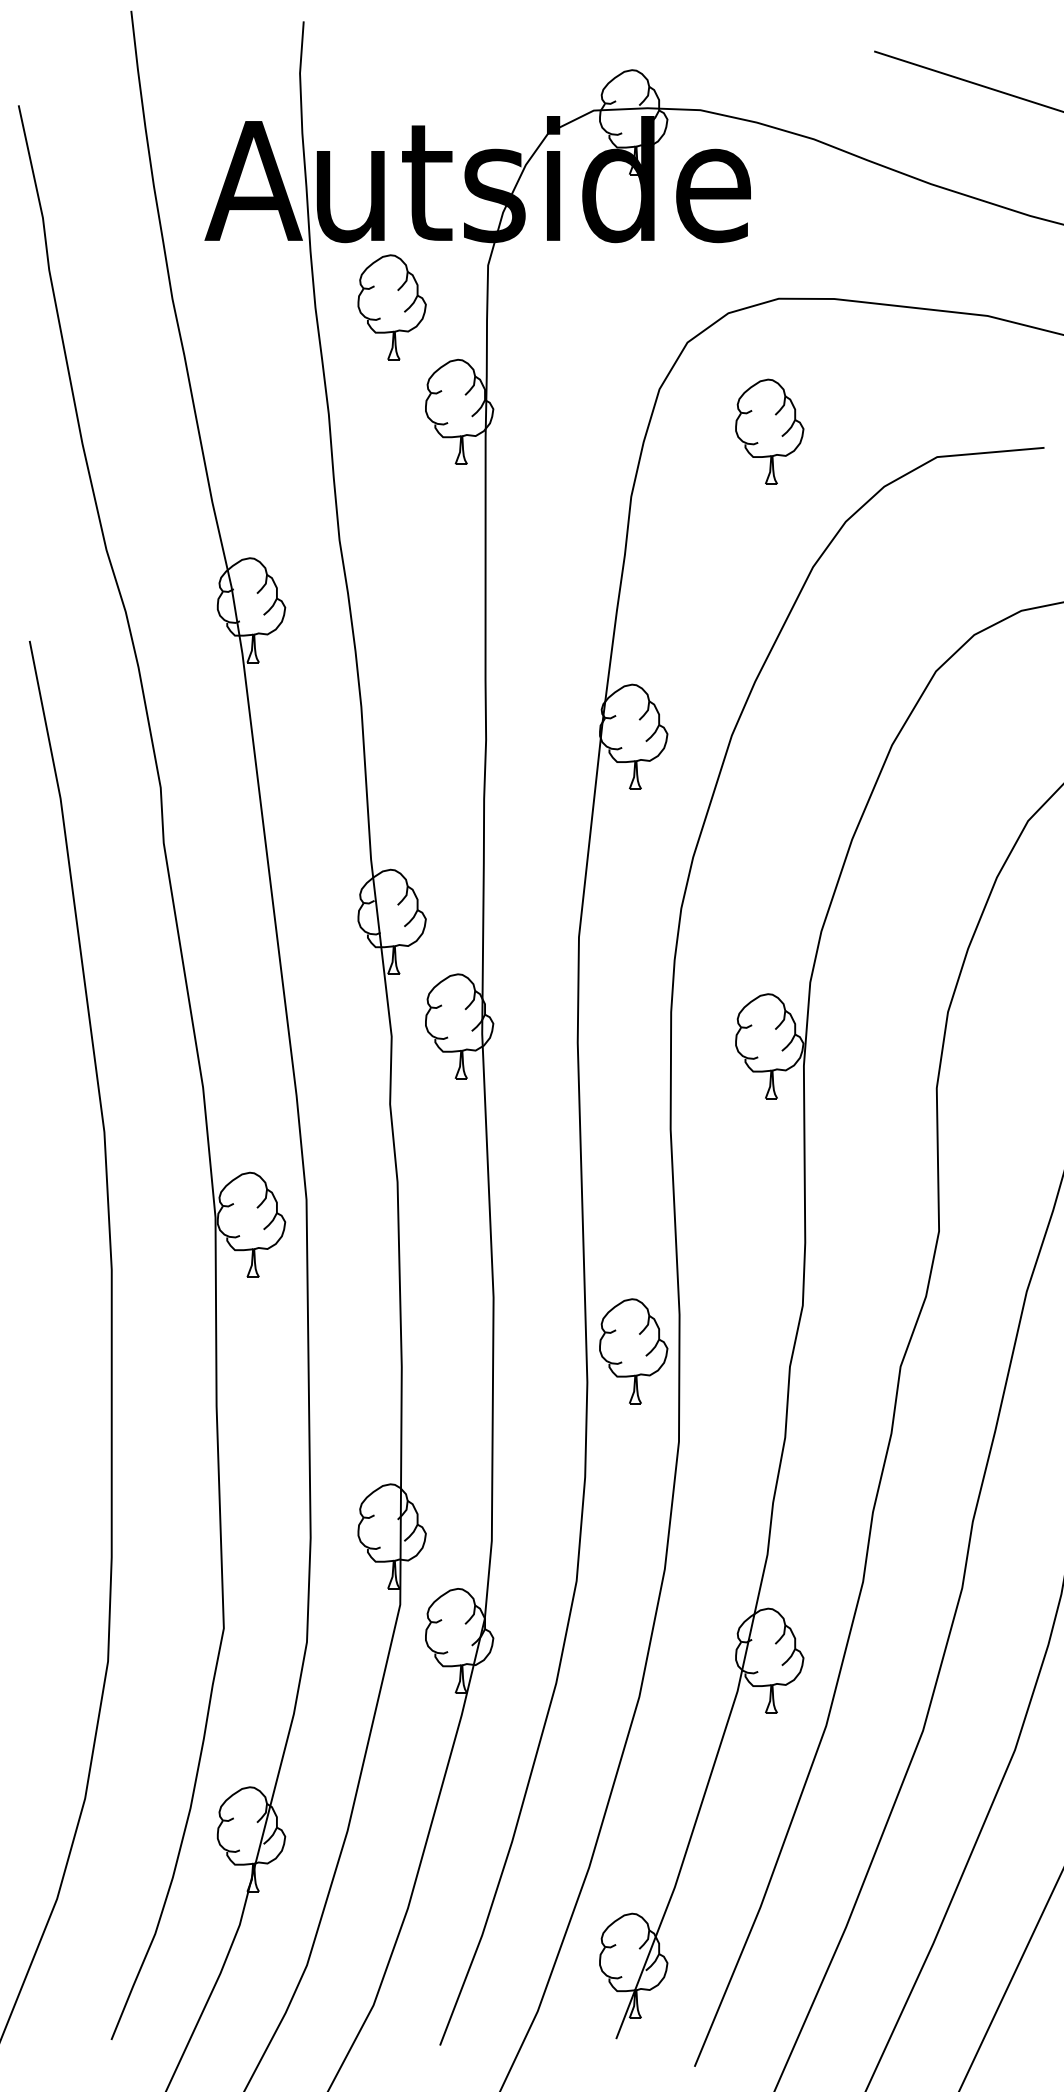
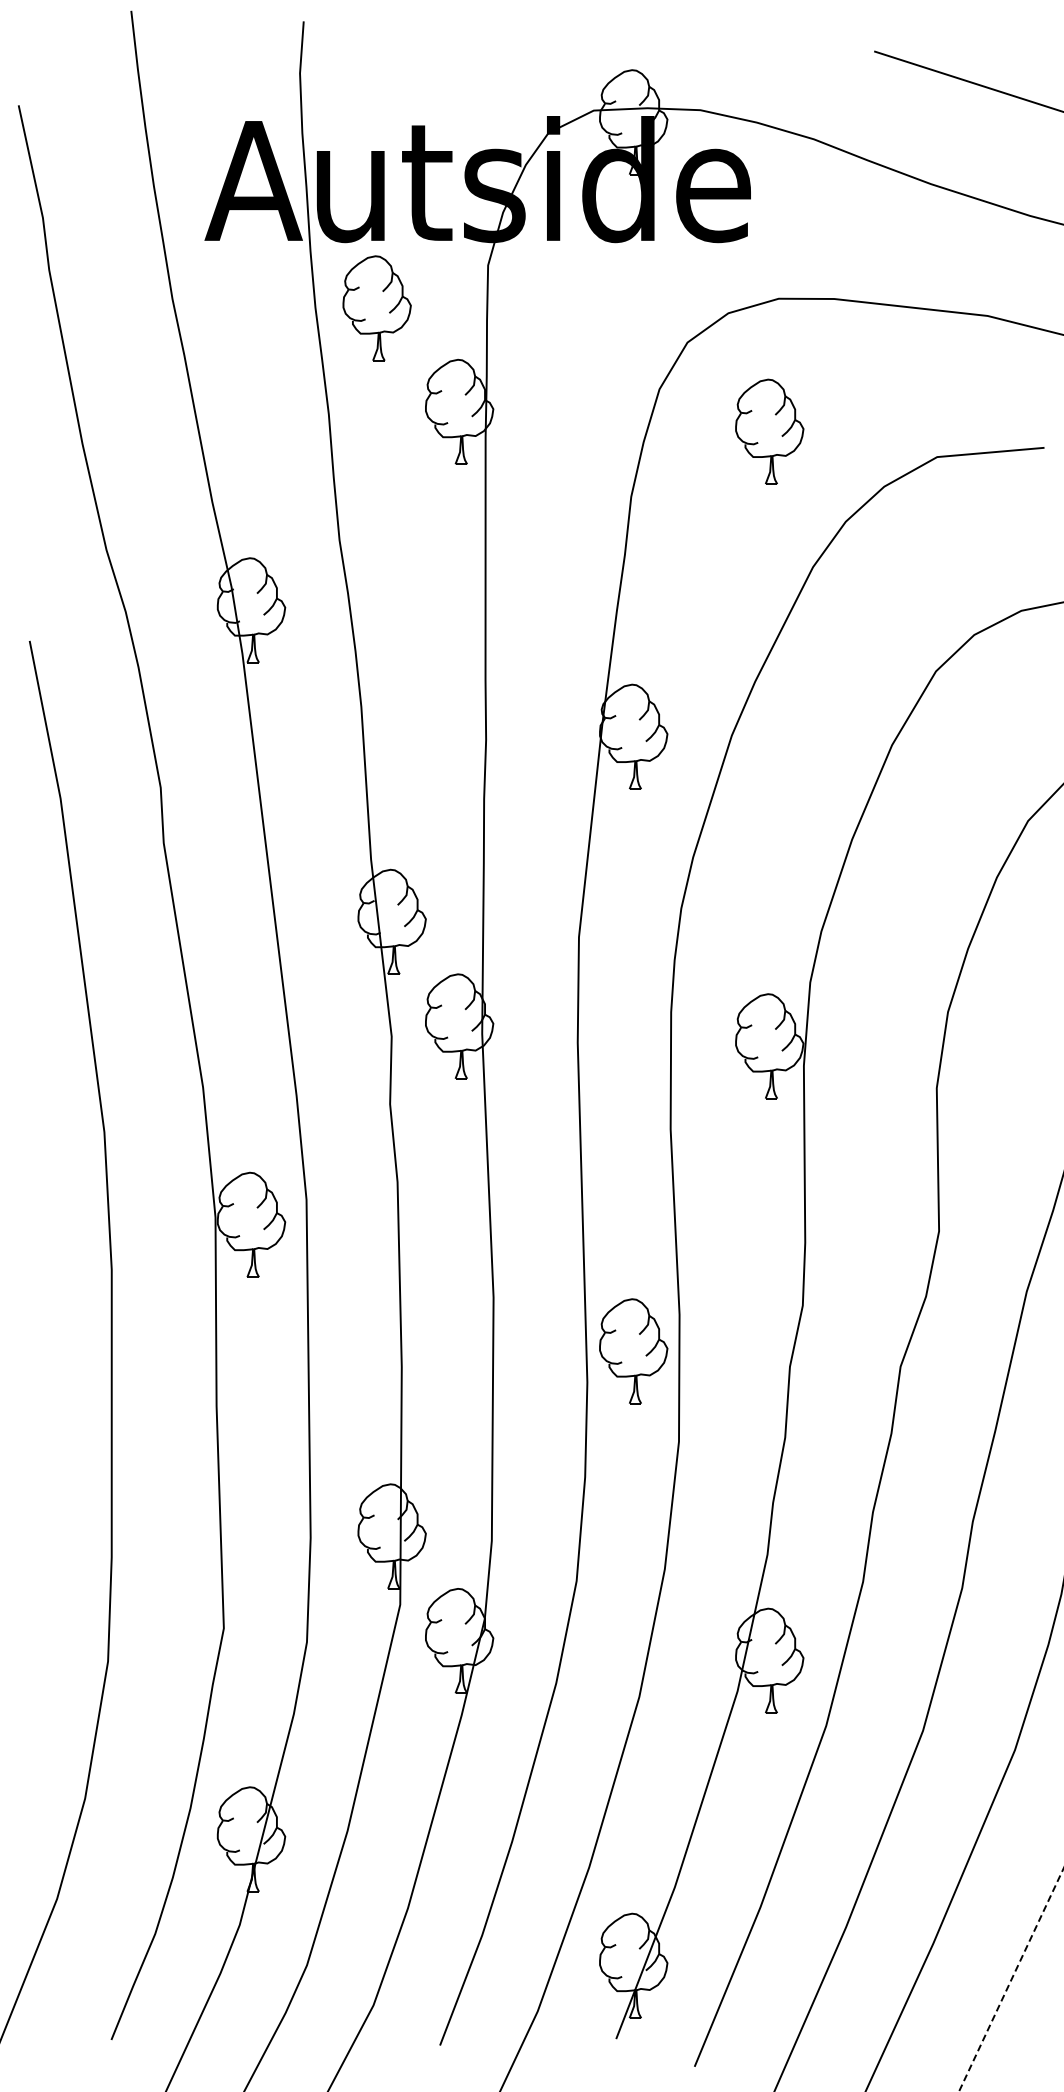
part at (391, 307) position: (391, 307) -> (376, 308)
line at (1011, 1980): solid -> dashed
